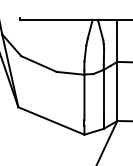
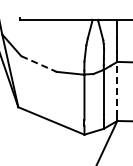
line at (39, 64): solid -> dashed
line at (117, 88): solid -> dashed
